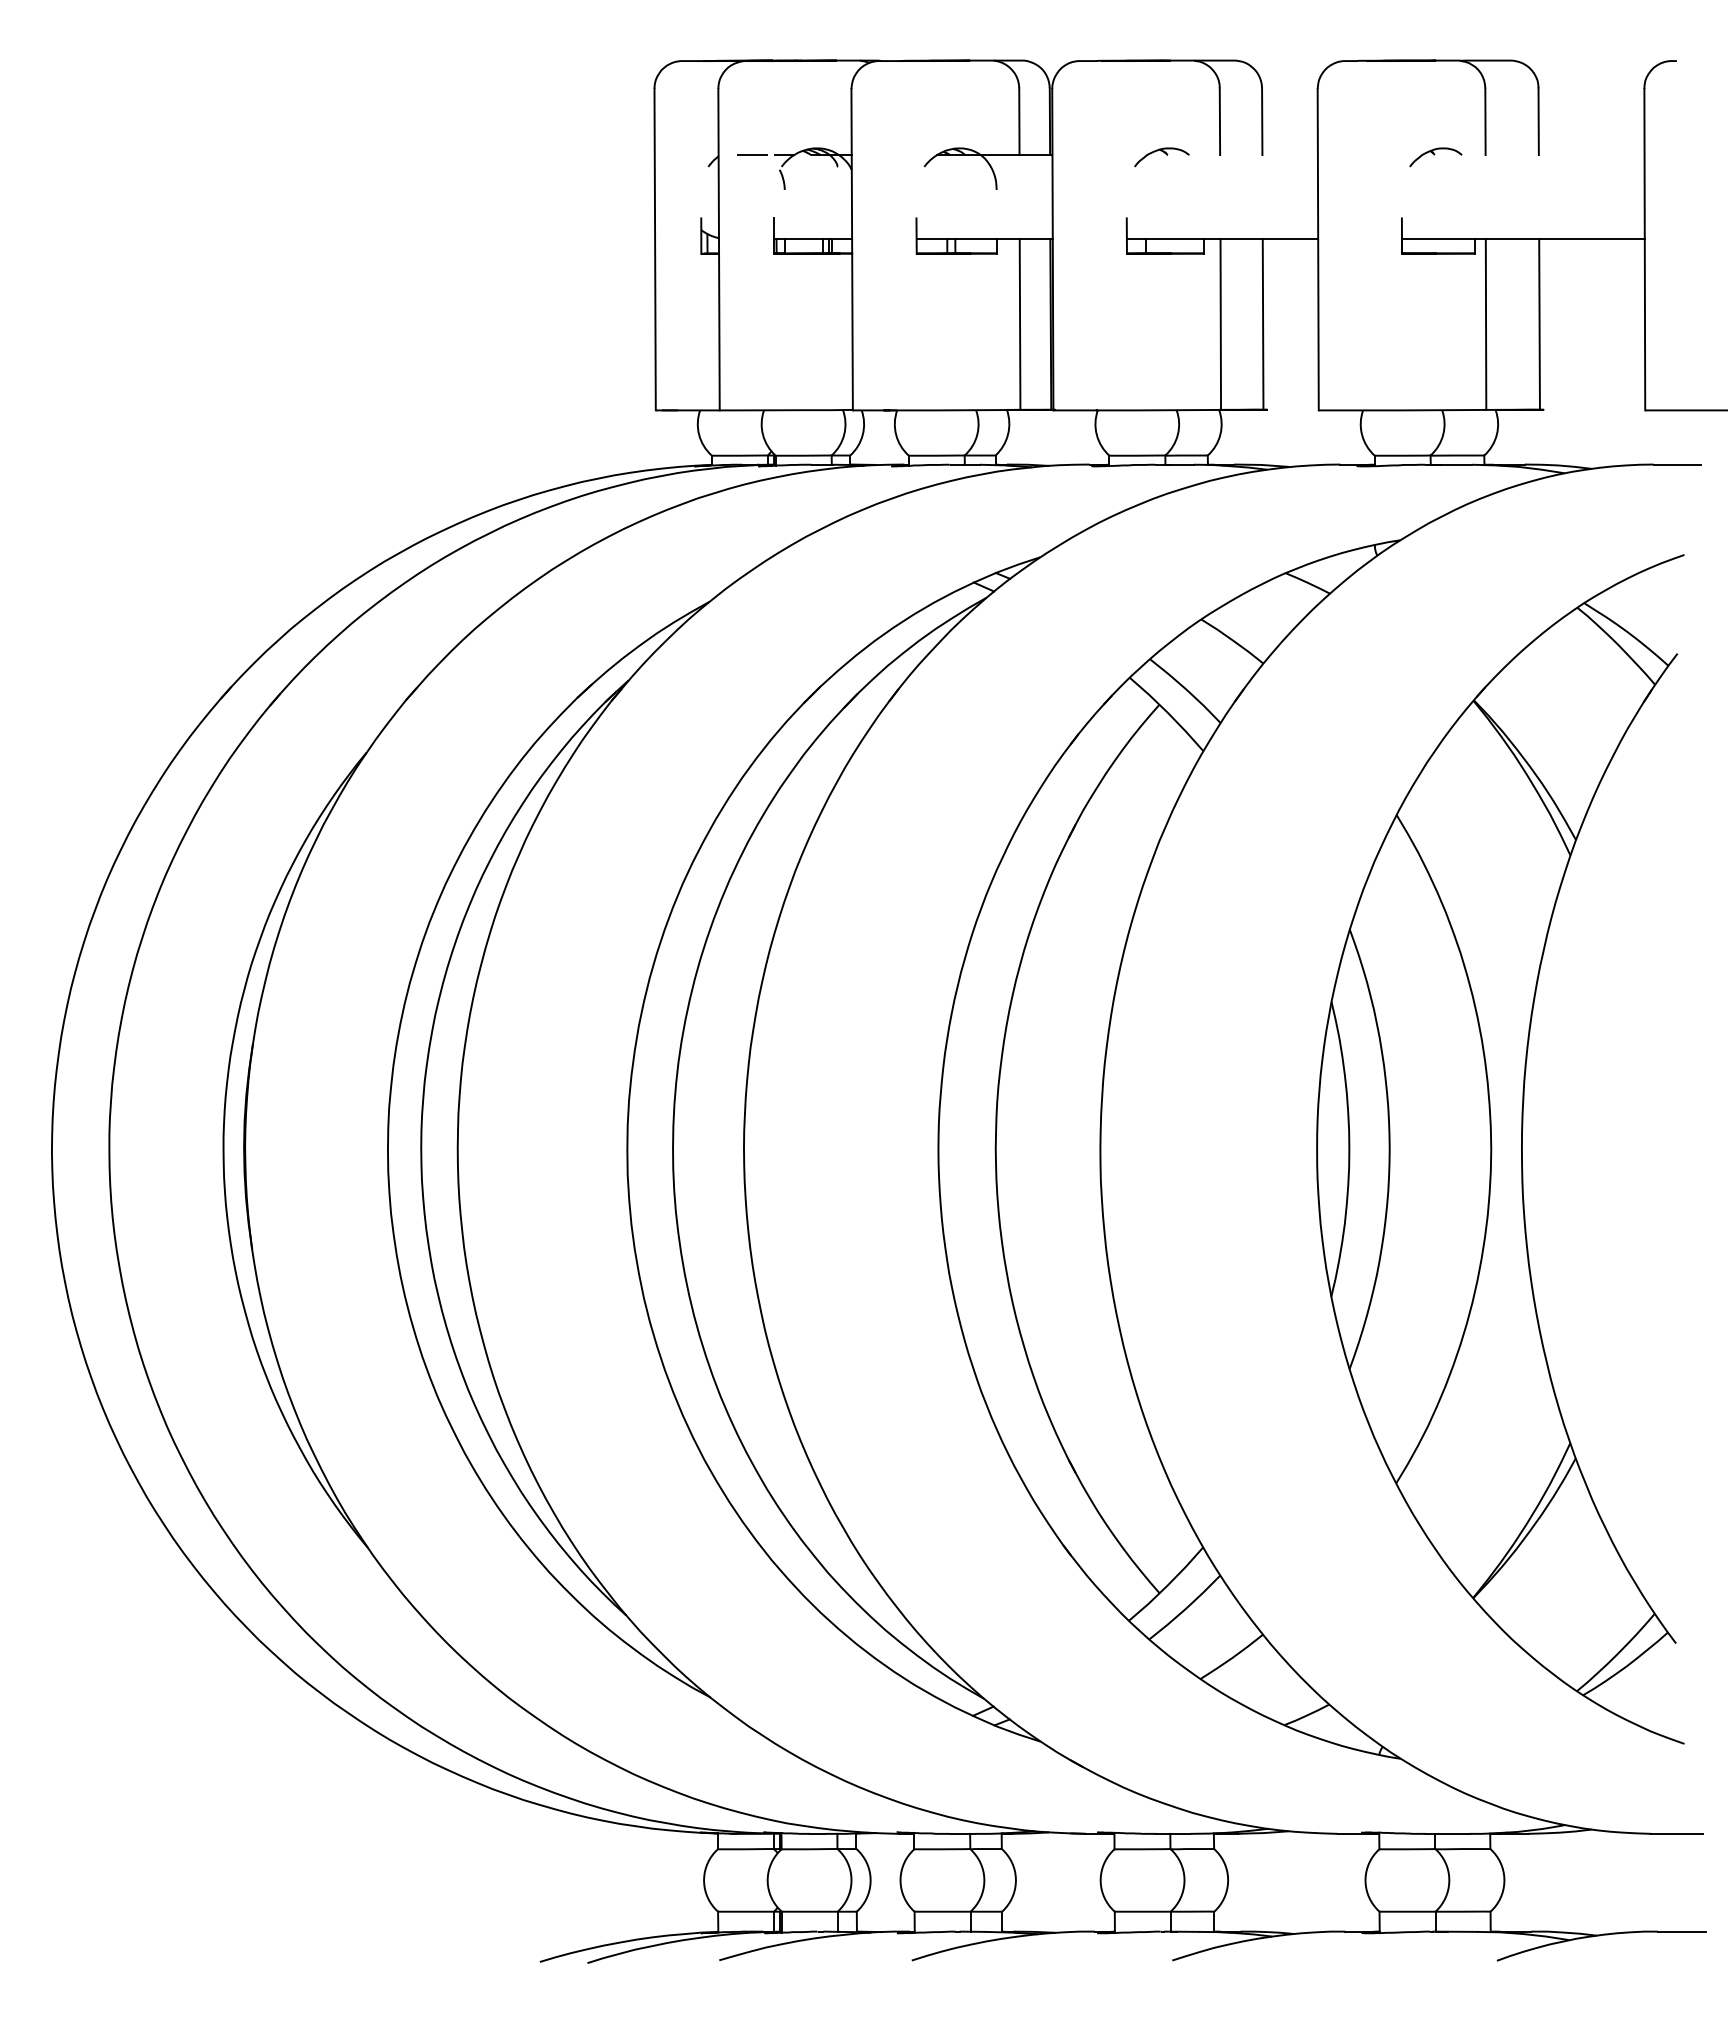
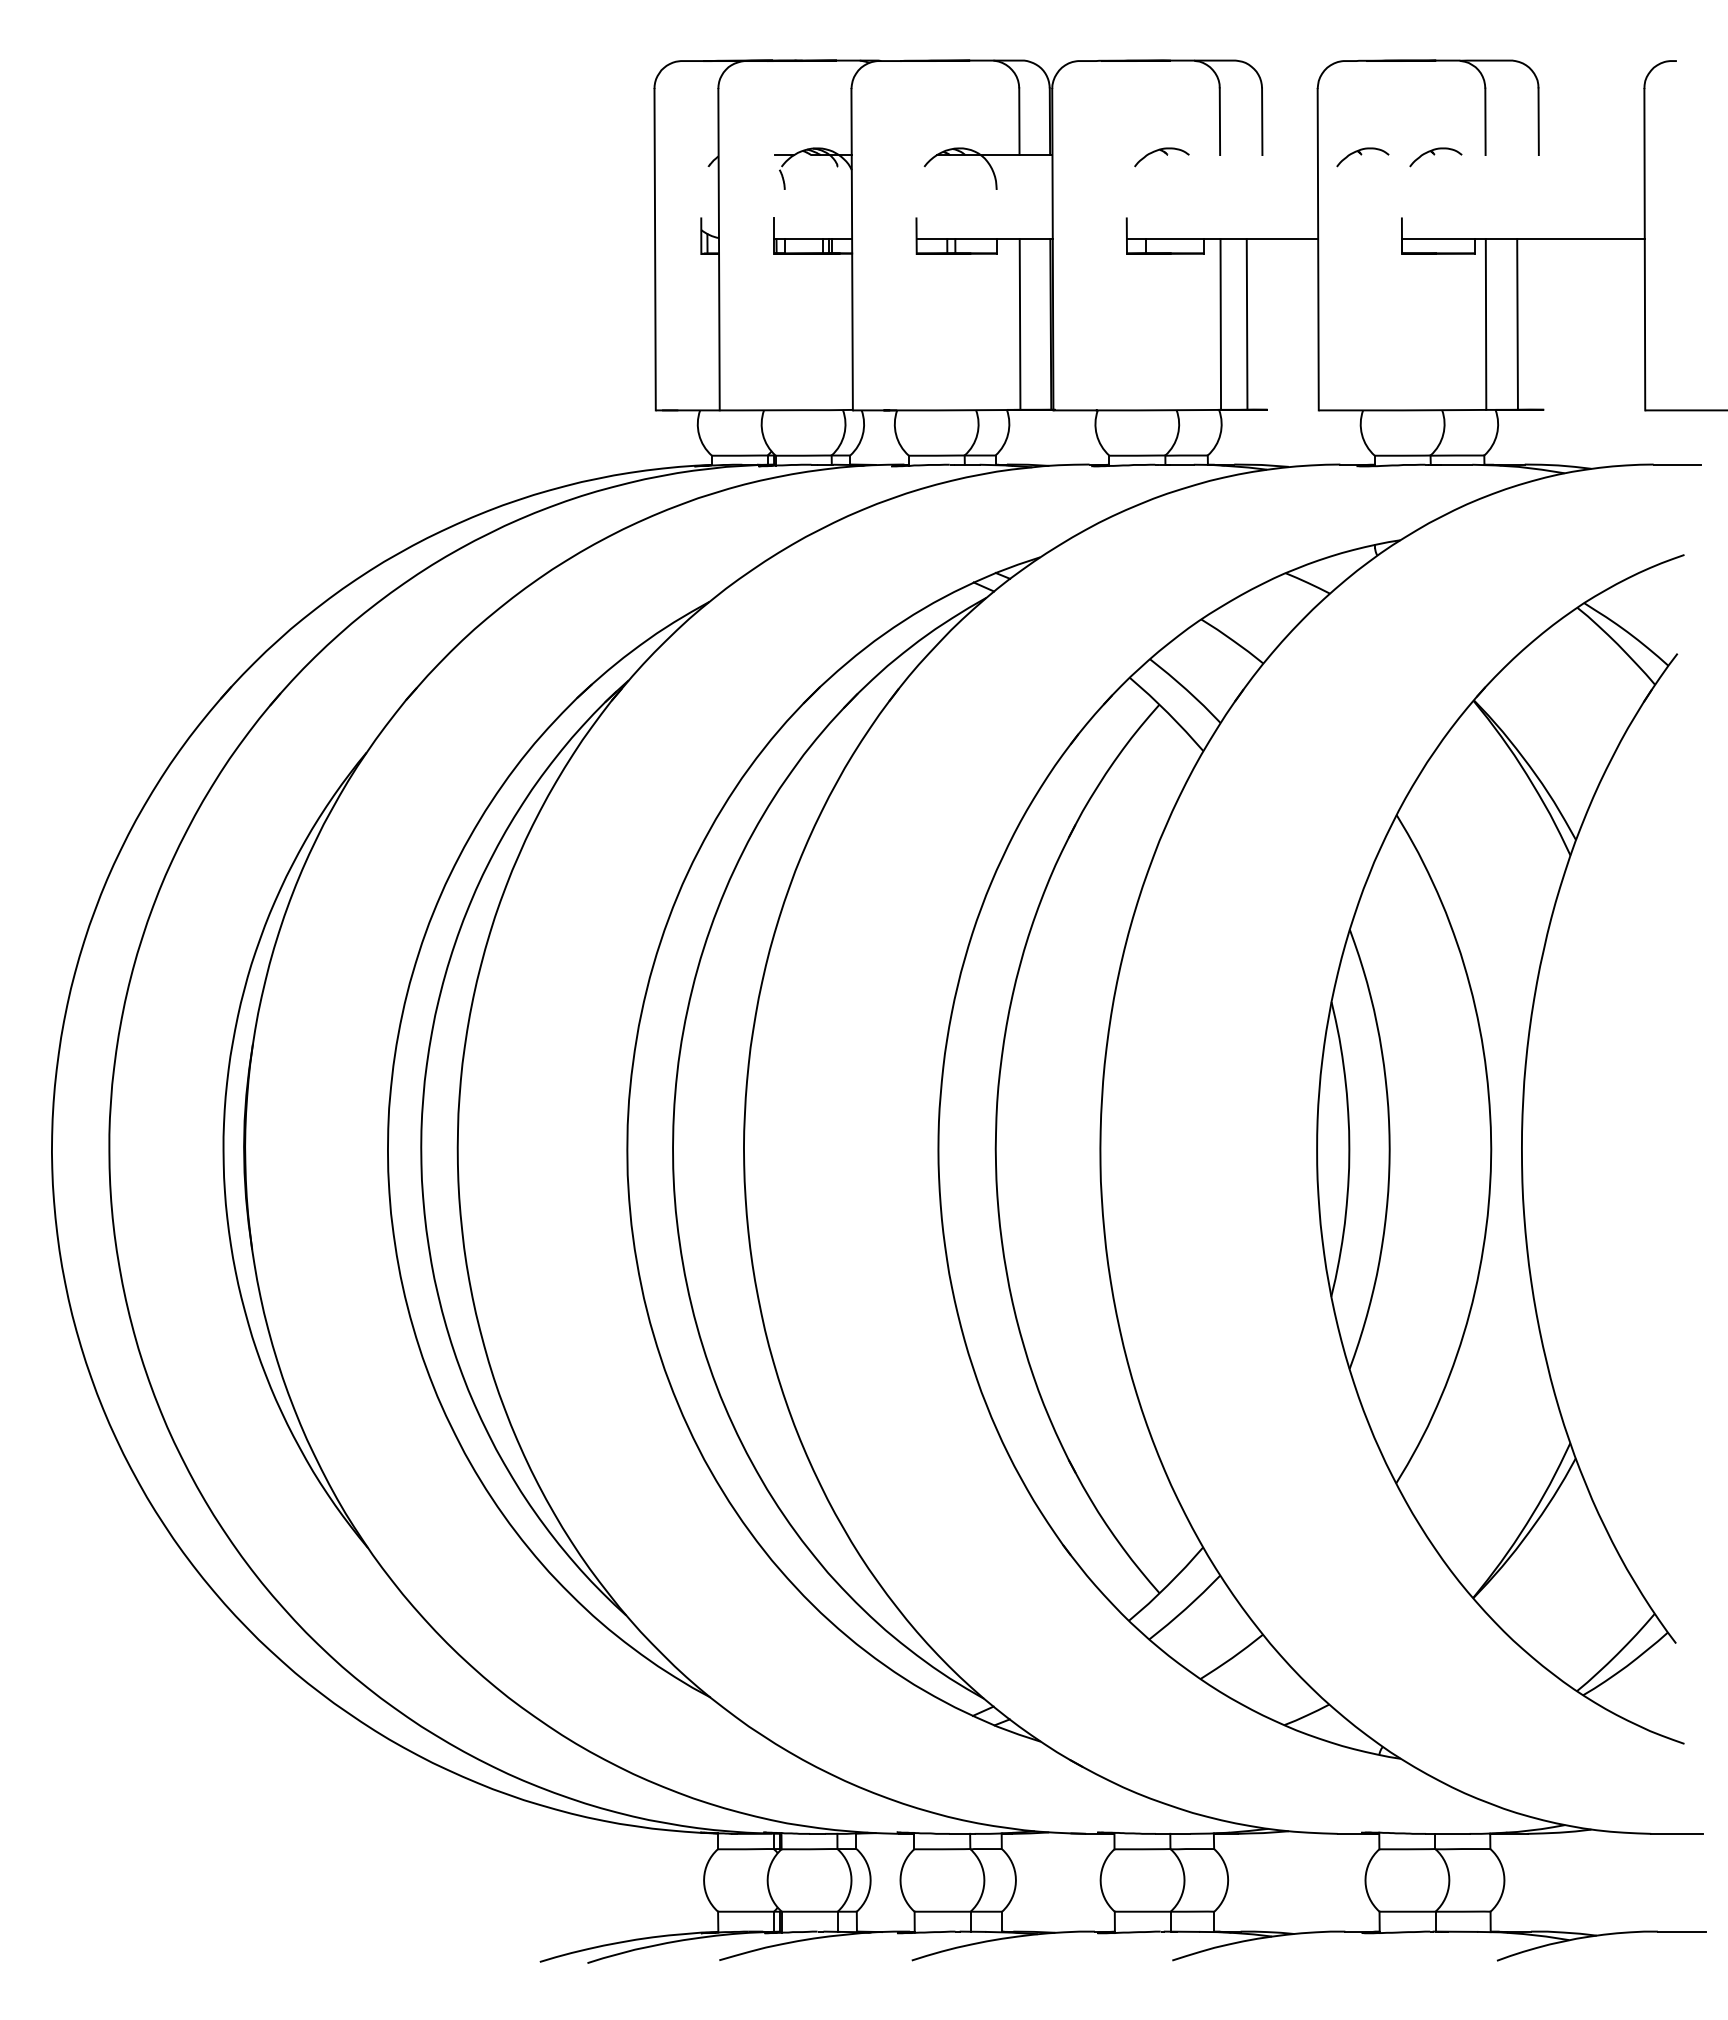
line at (752, 155): present -> none
part at (1362, 157): none -> present
line at (1262, 324) position: (1262, 324) -> (1246, 324)
line at (1539, 324) position: (1539, 324) -> (1517, 324)
